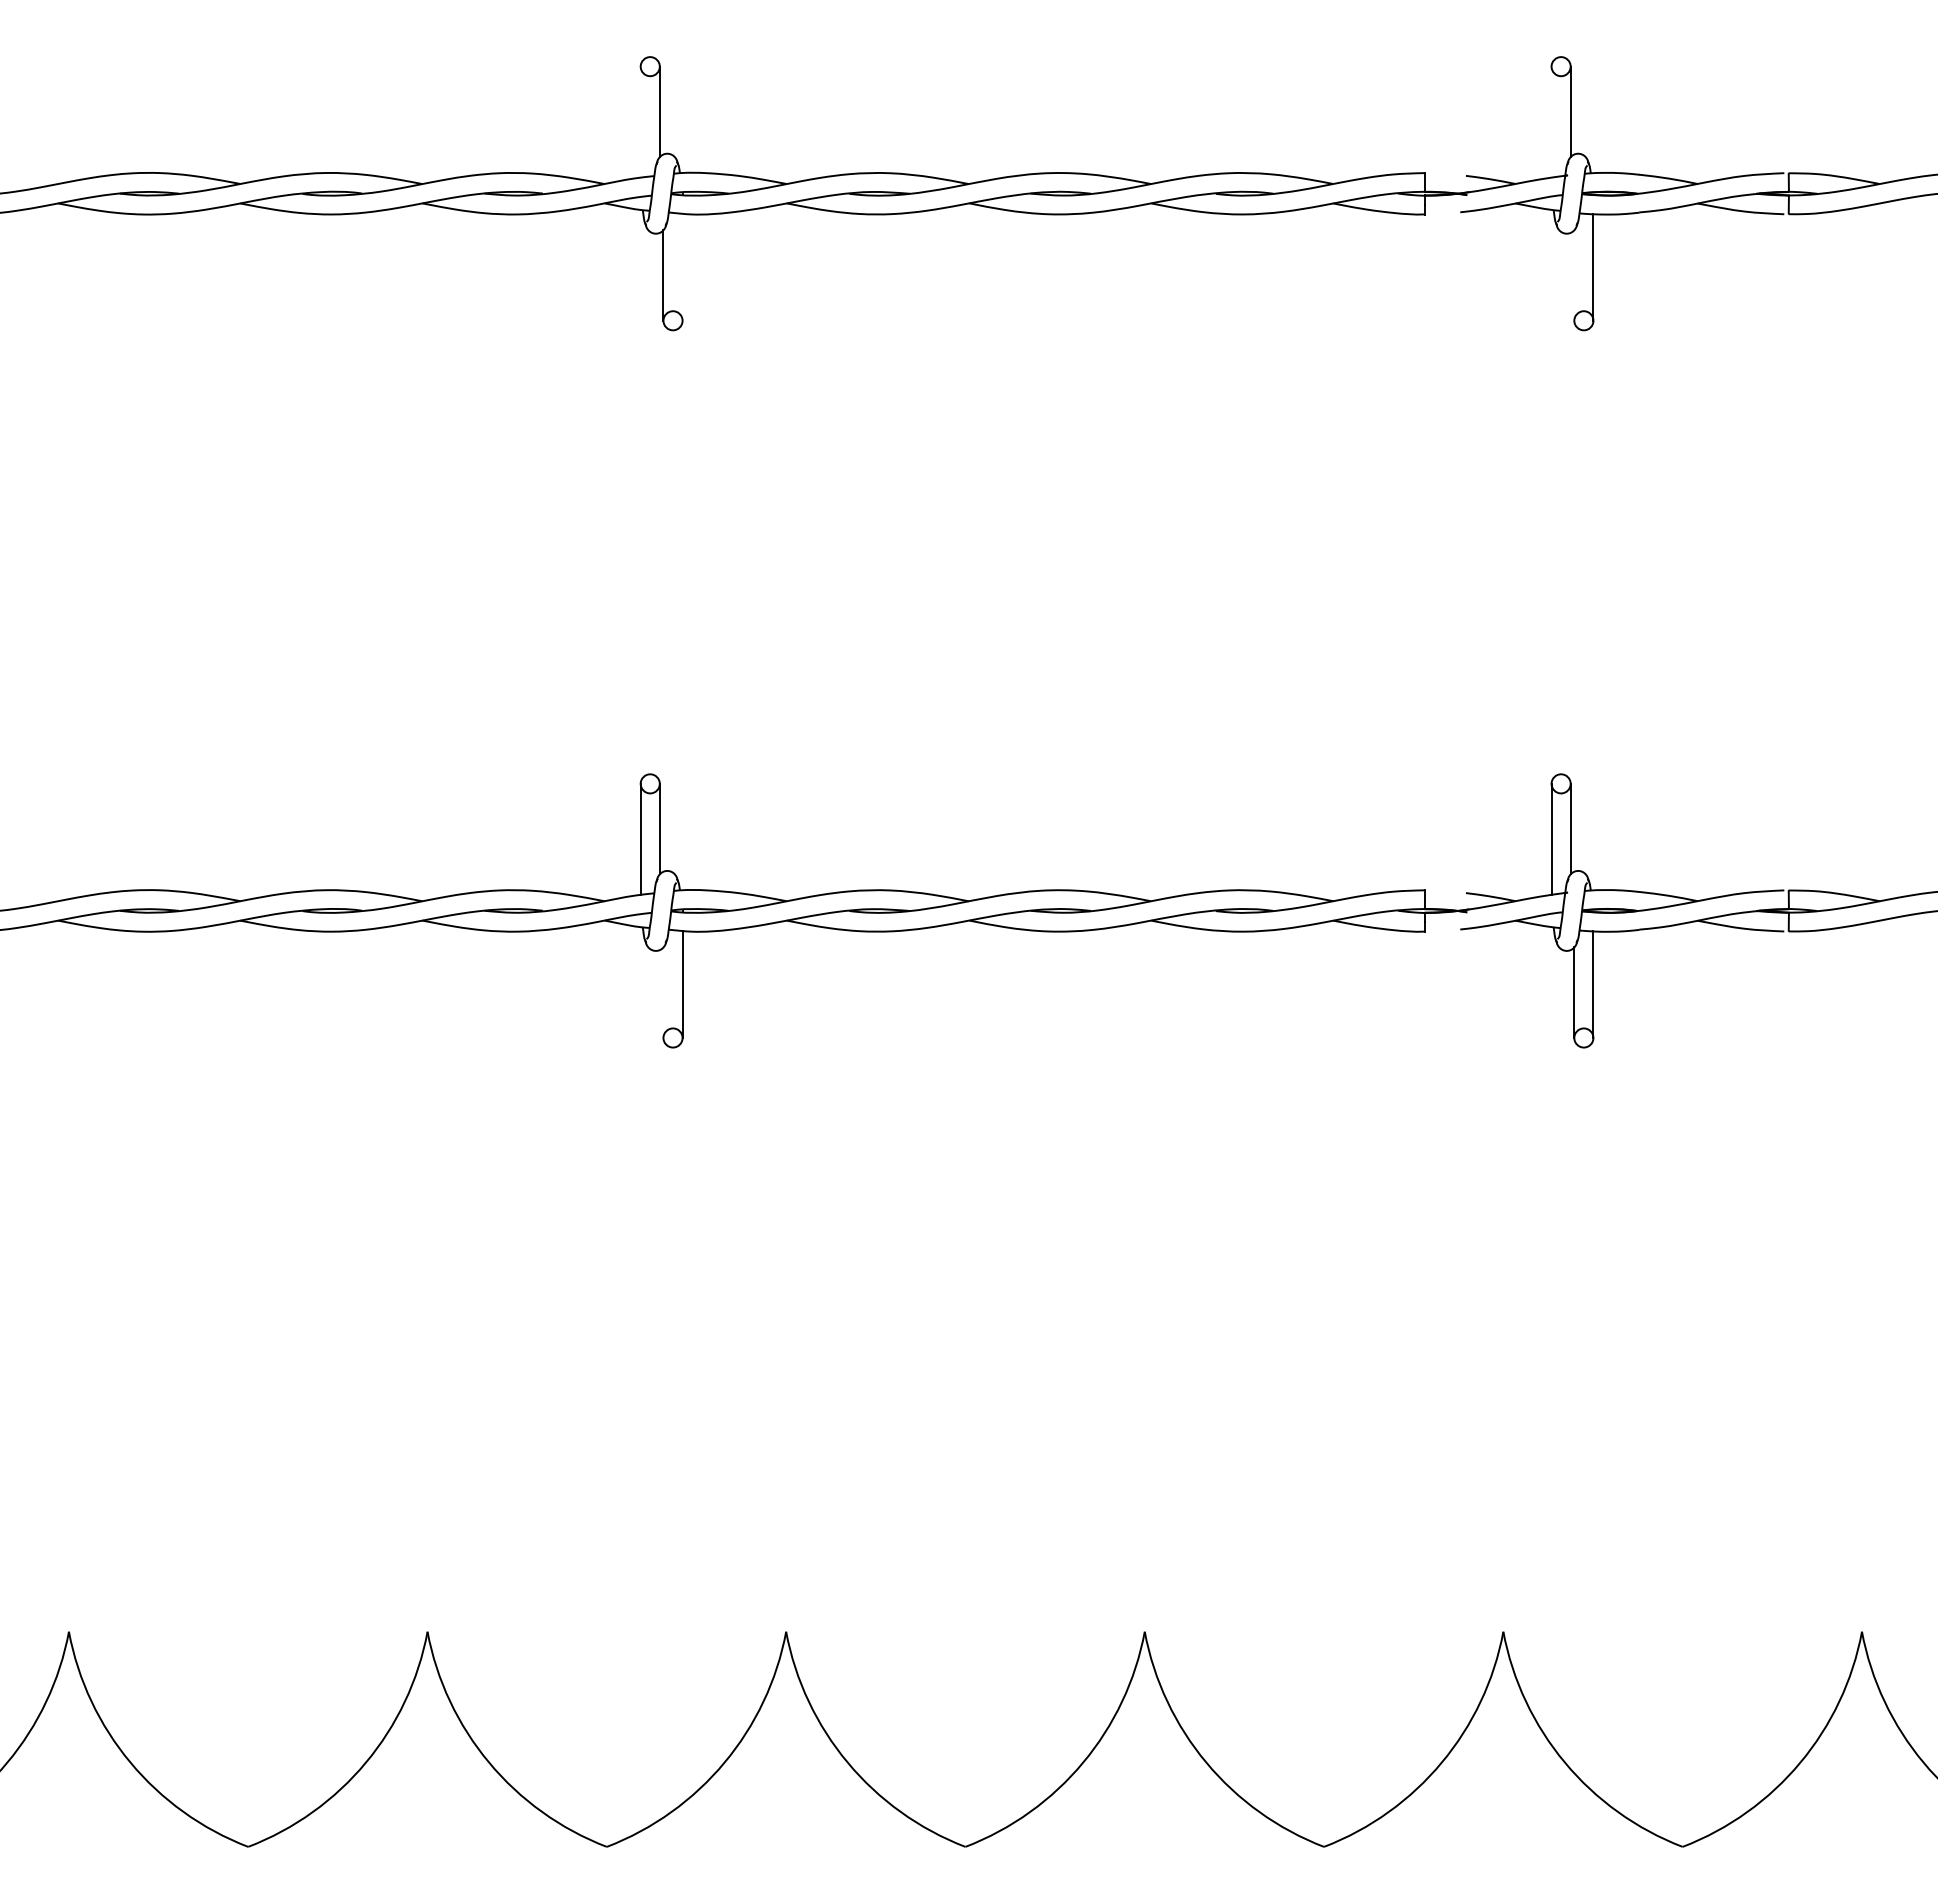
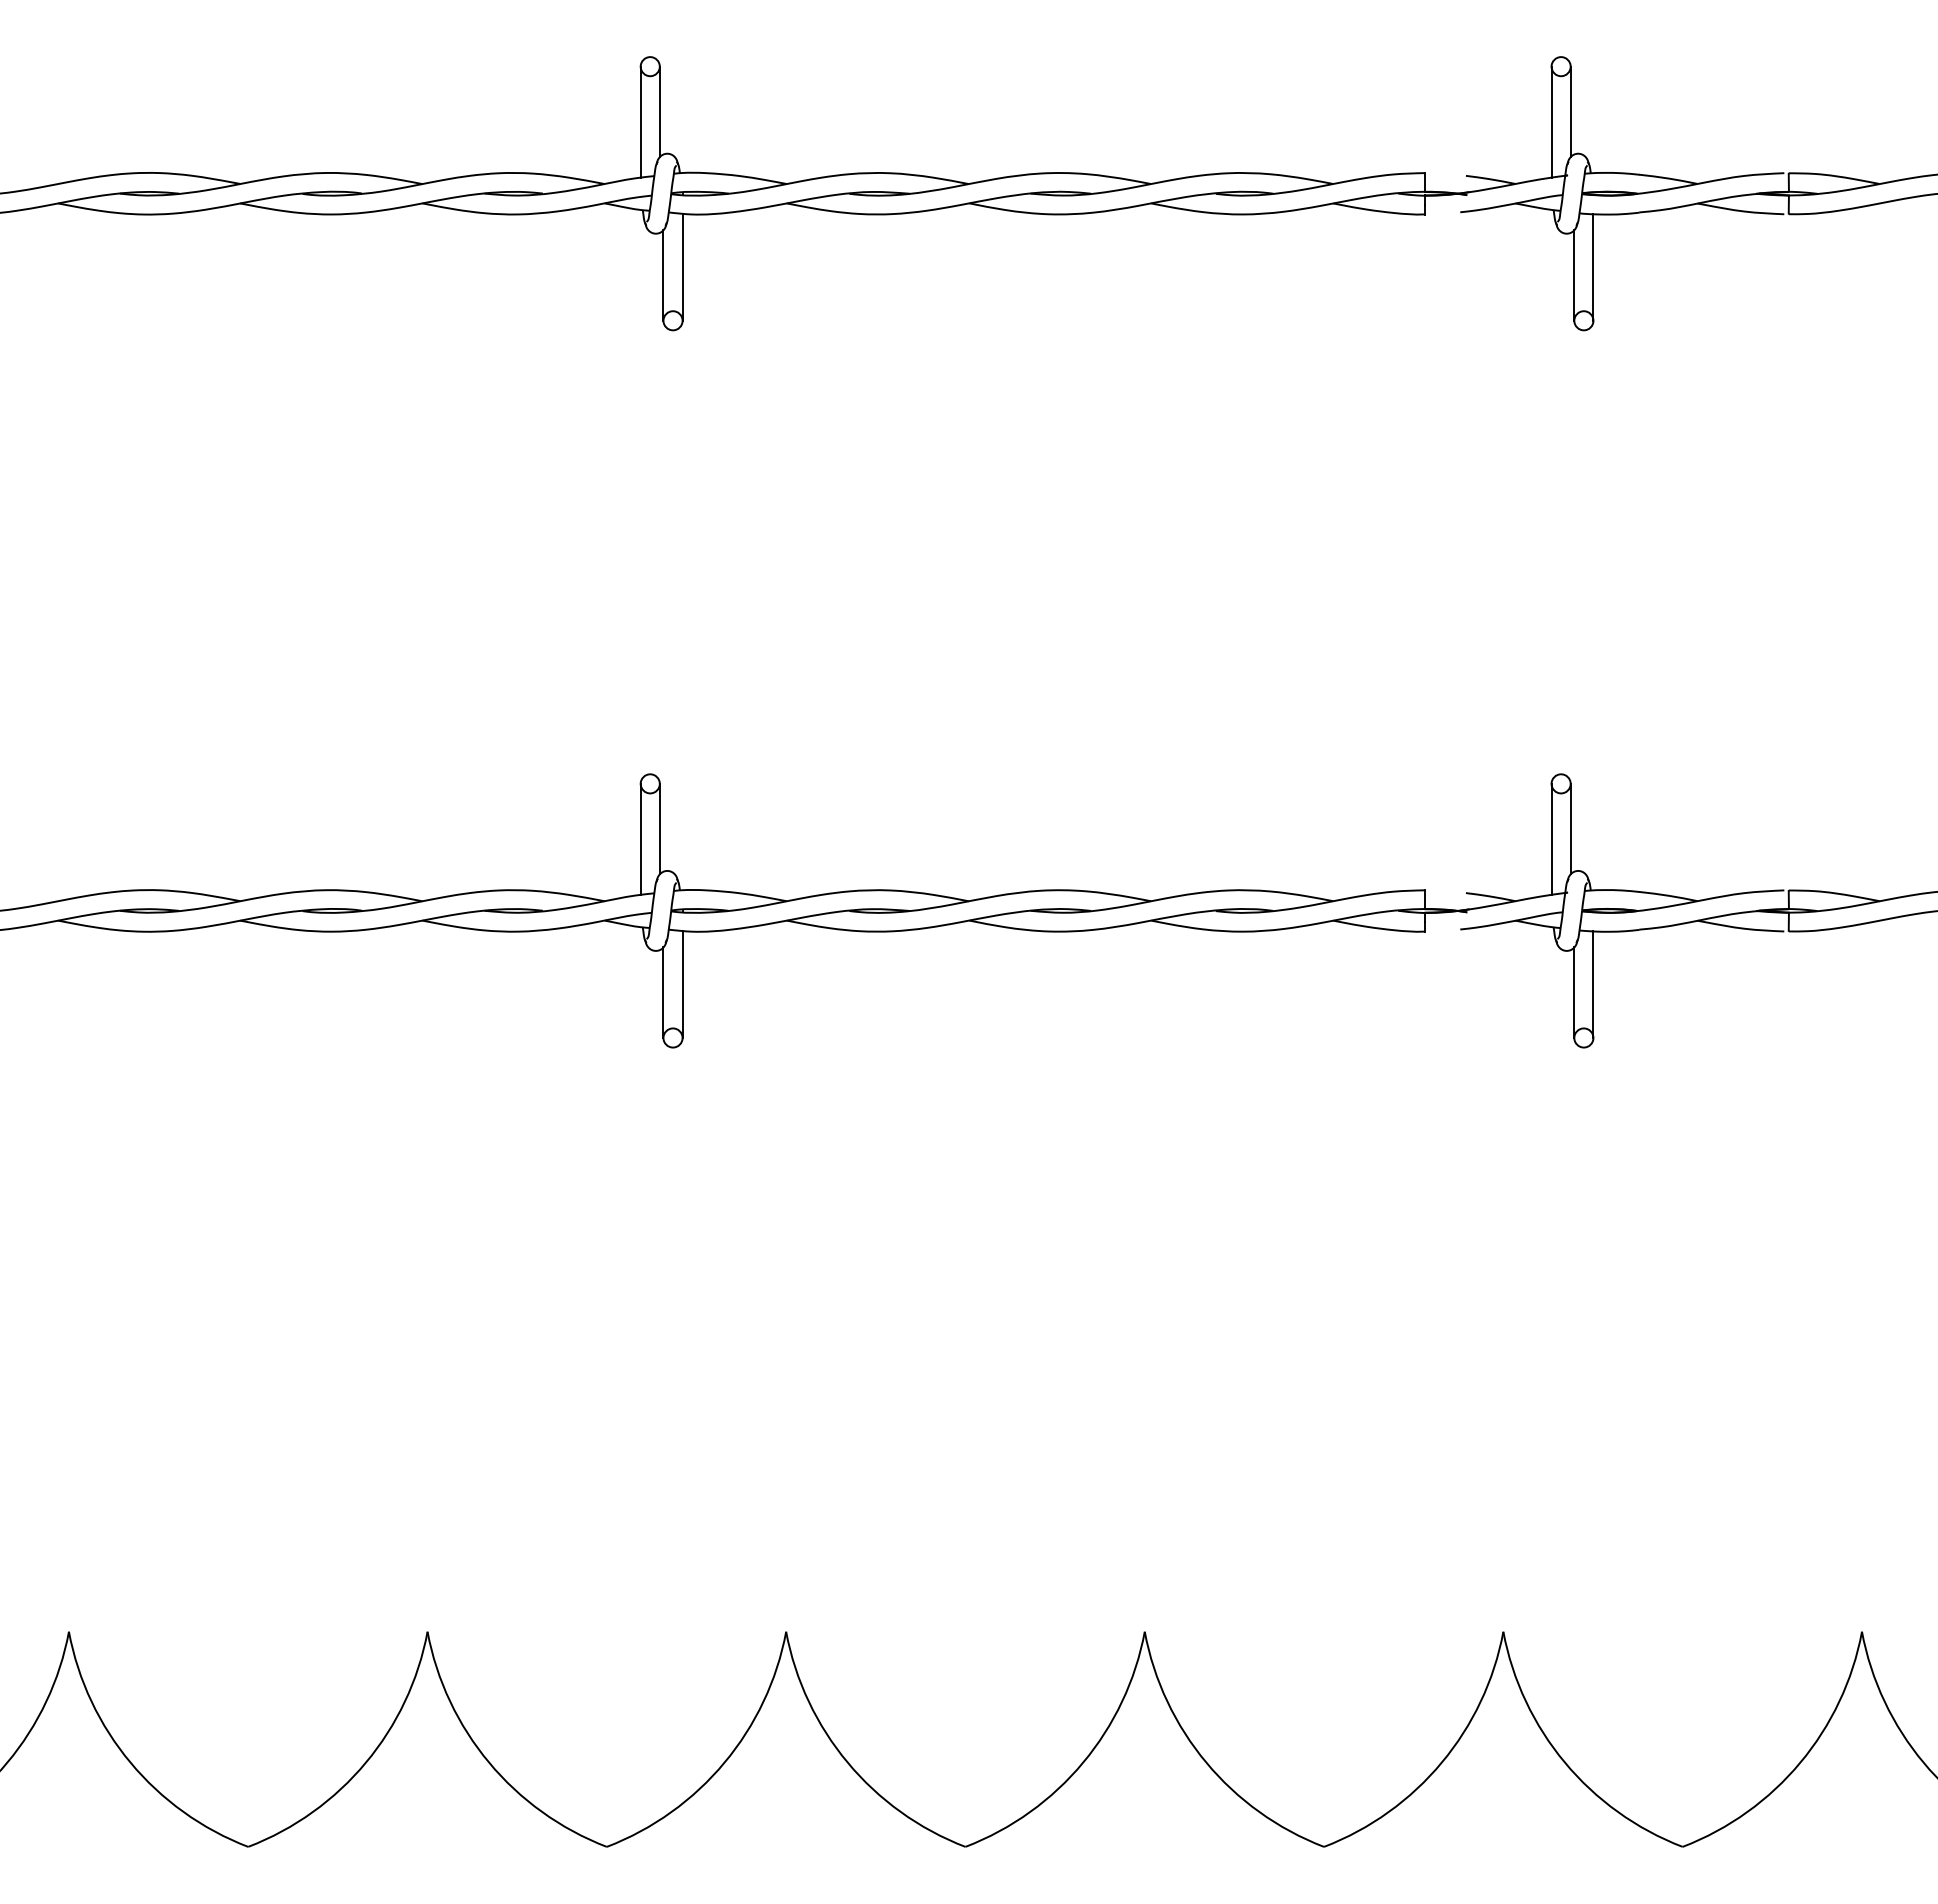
line at (640, 121): none -> present
line at (1551, 121): none -> present
line at (682, 266): none -> present
line at (1574, 275): none -> present
line at (663, 992): none -> present
